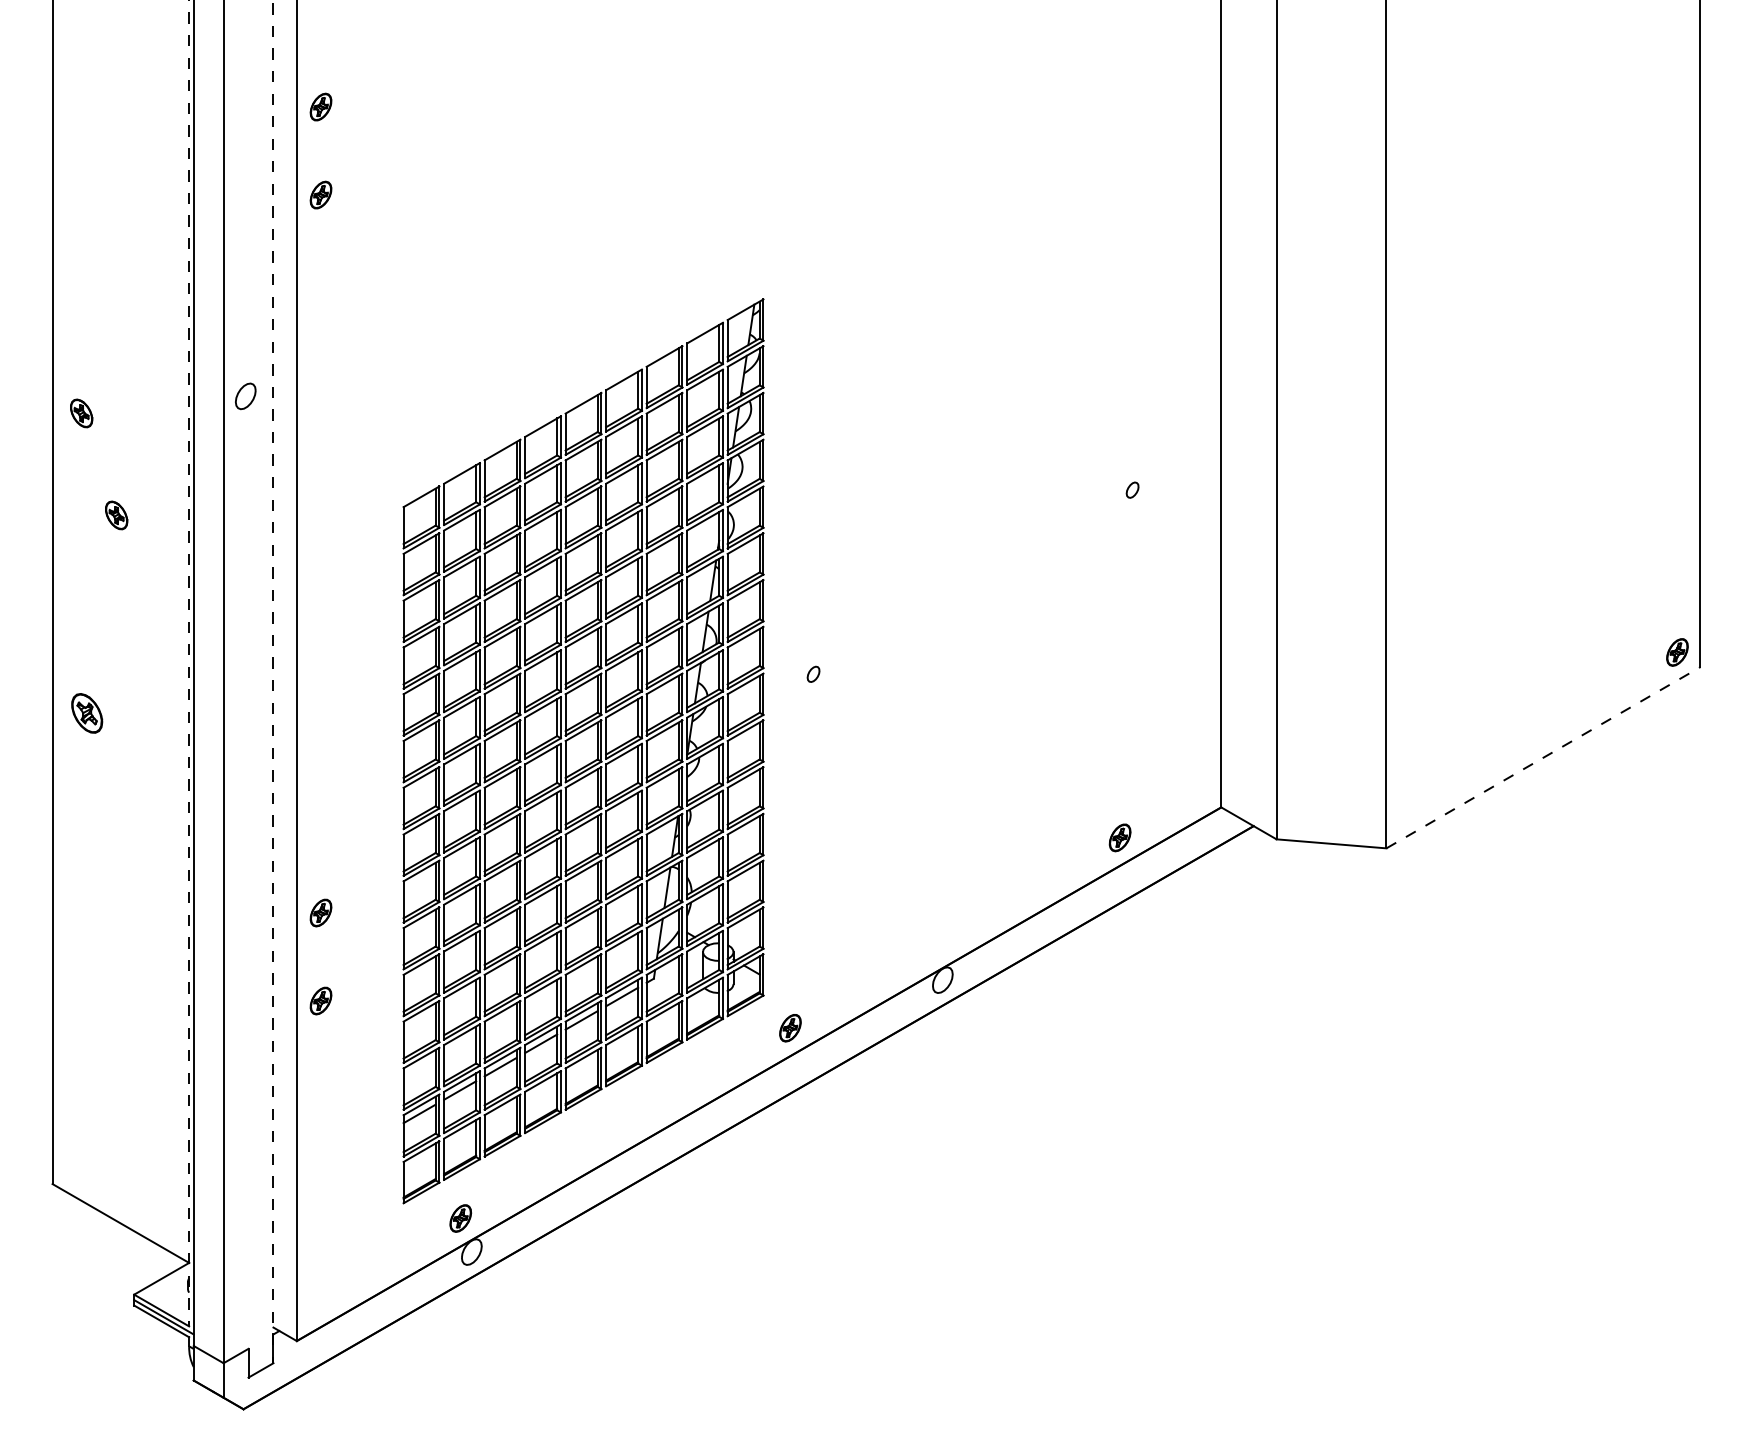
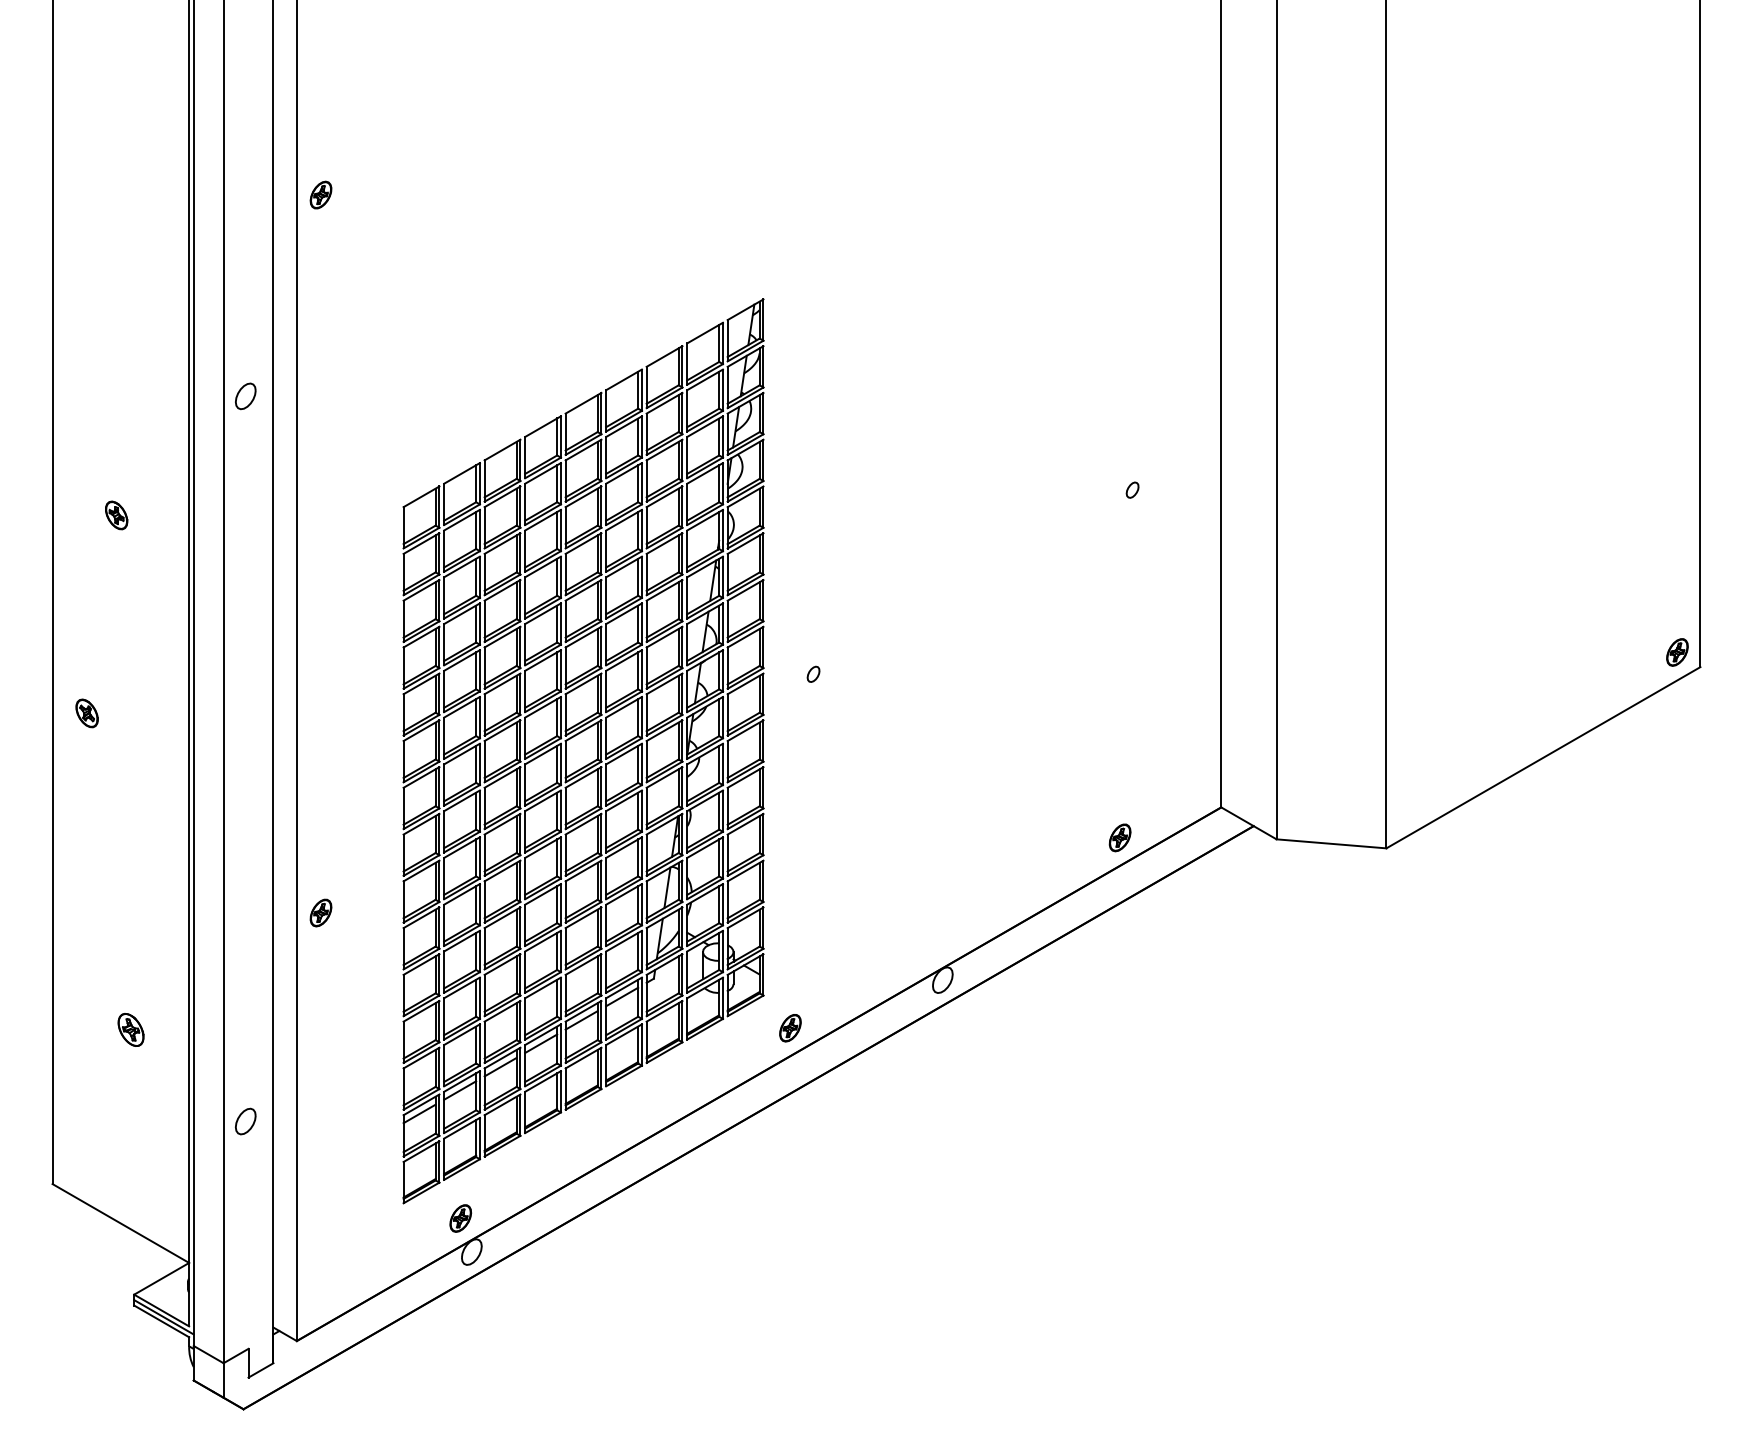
part at (320, 106): present -> none
part at (81, 413): present -> none
line at (189, 663): dashed -> solid
line at (273, 682): dashed -> solid
part at (87, 713) size: 33x41 px -> 24x31 px
line at (1543, 757): dashed -> solid
part at (320, 1000): present -> none
part at (130, 1029): none -> present
part at (245, 1121): none -> present
